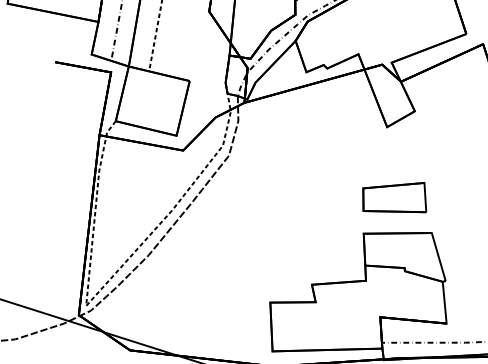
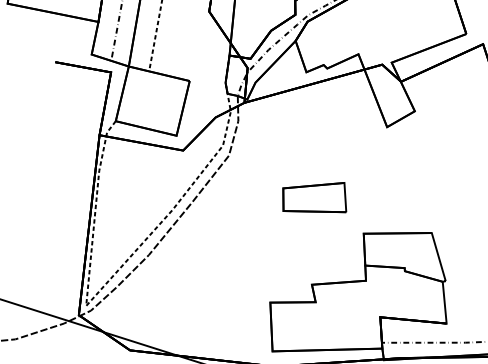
part at (394, 197) position: (394, 197) -> (314, 197)
